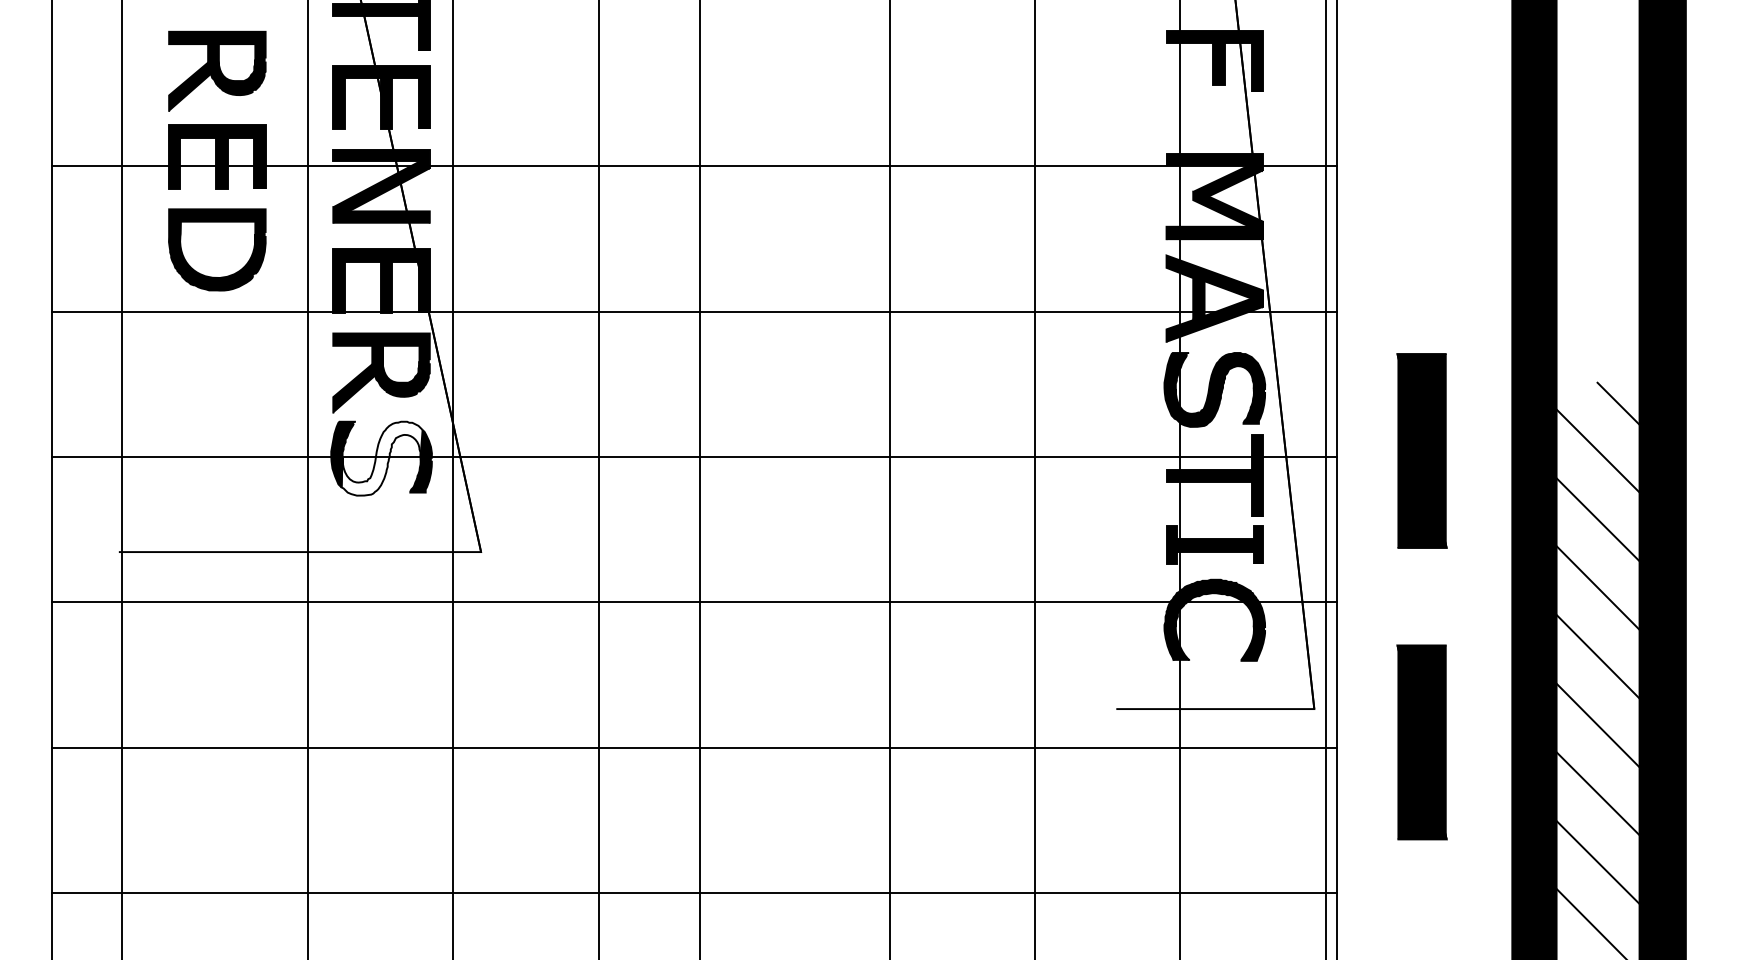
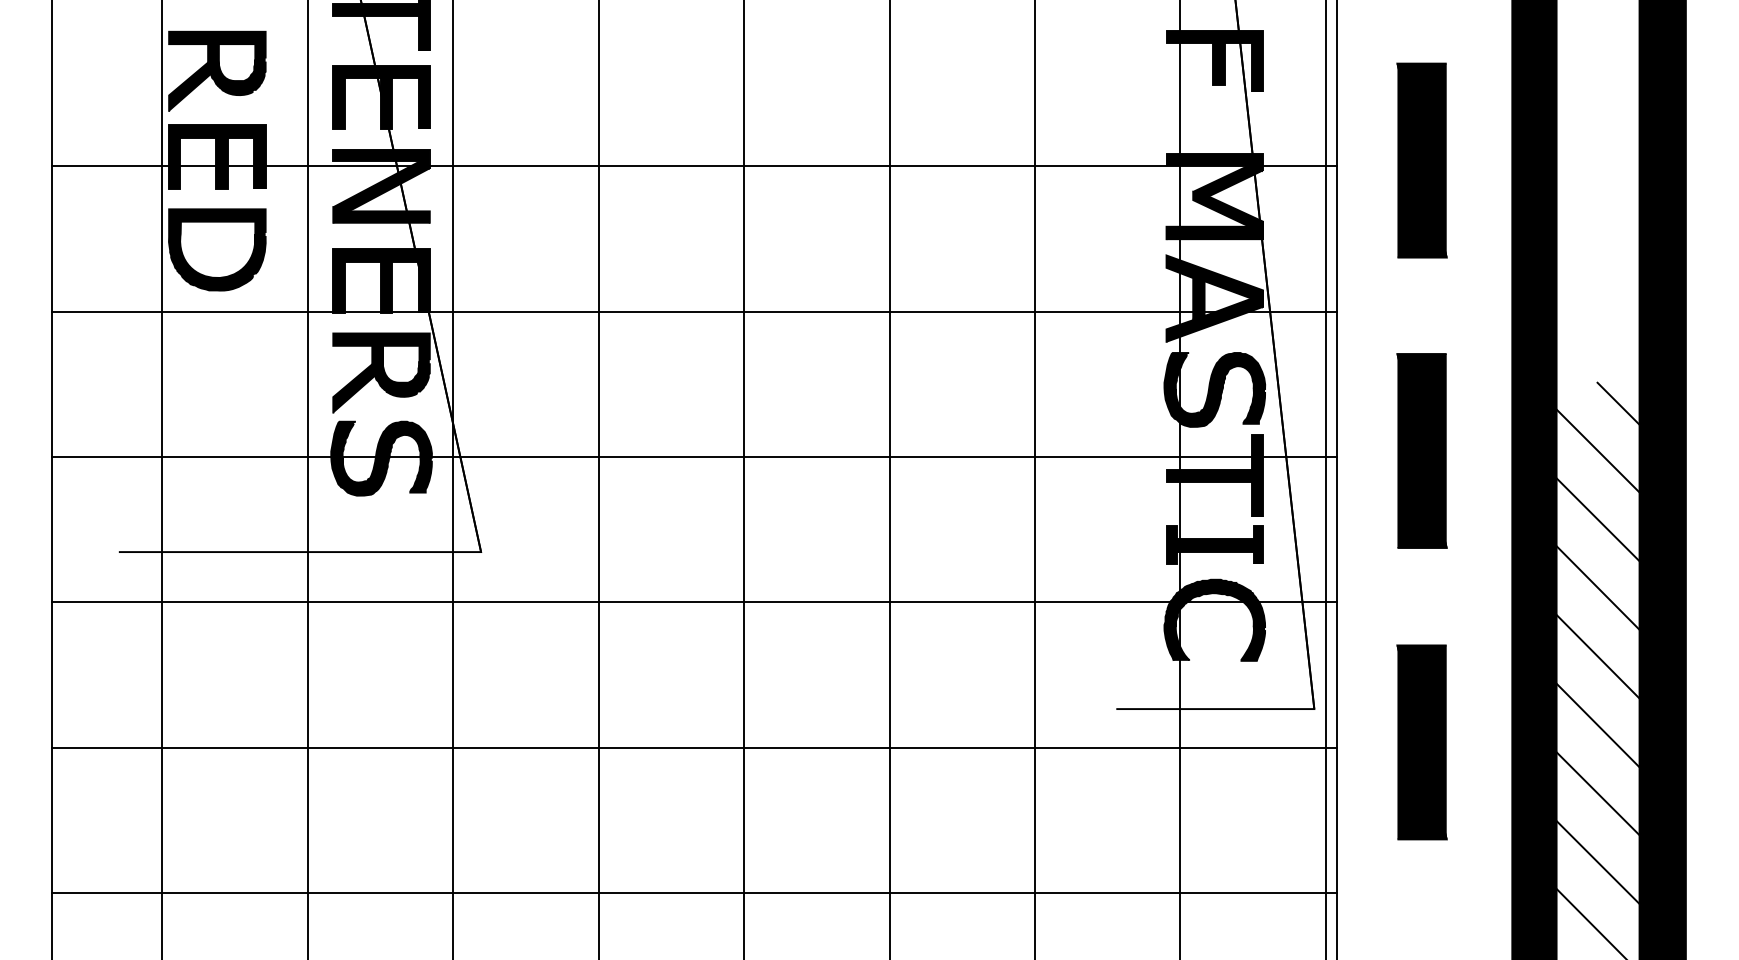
part at (1421, 160): none -> present
fill at (381, 458): none -> present
line at (121, 479) position: (121, 479) -> (161, 479)
line at (699, 479) position: (699, 479) -> (743, 479)
